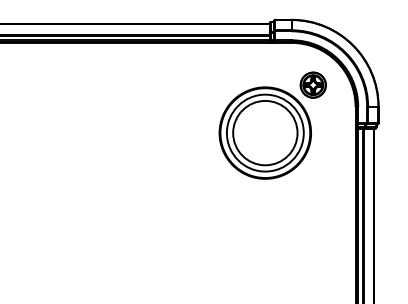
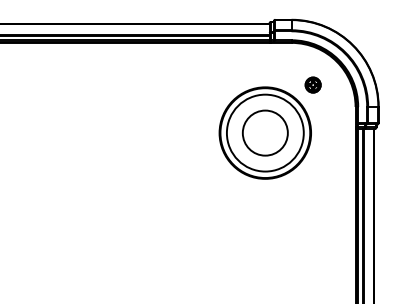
part at (312, 84) size: 28x28 px -> 18x18 px
circle at (265, 132) diameter: 64 px -> 45 px
